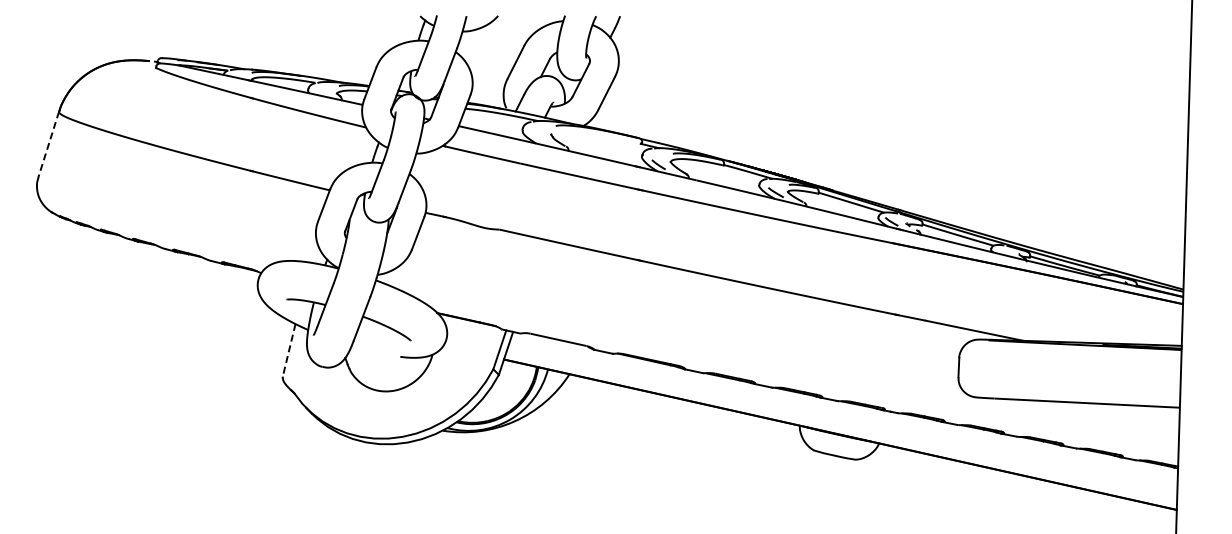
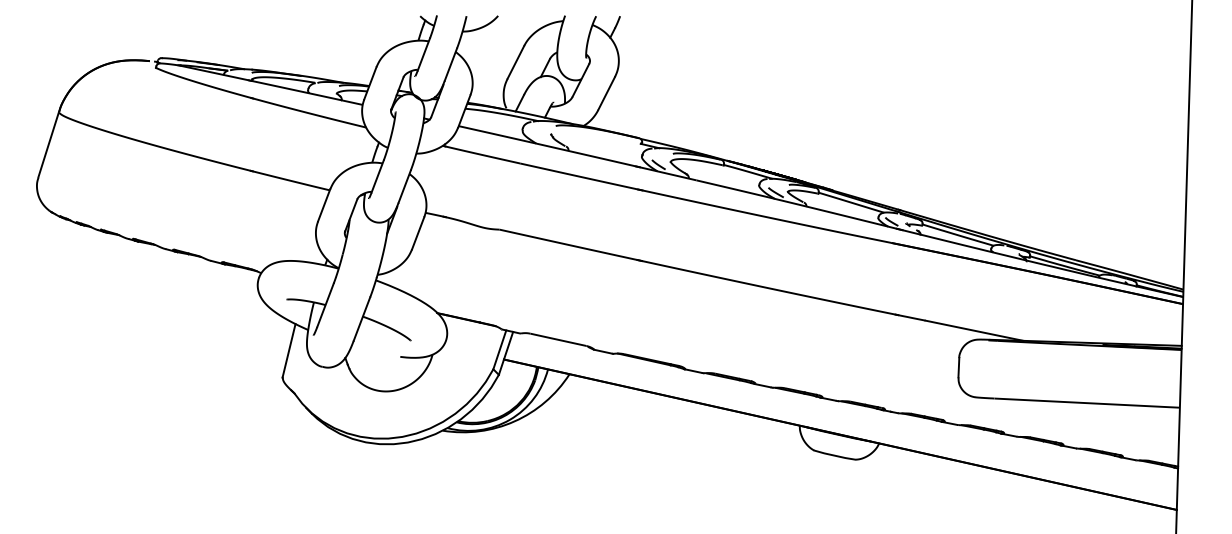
line at (48, 144): dashed -> solid
line at (289, 350): dashed -> solid
